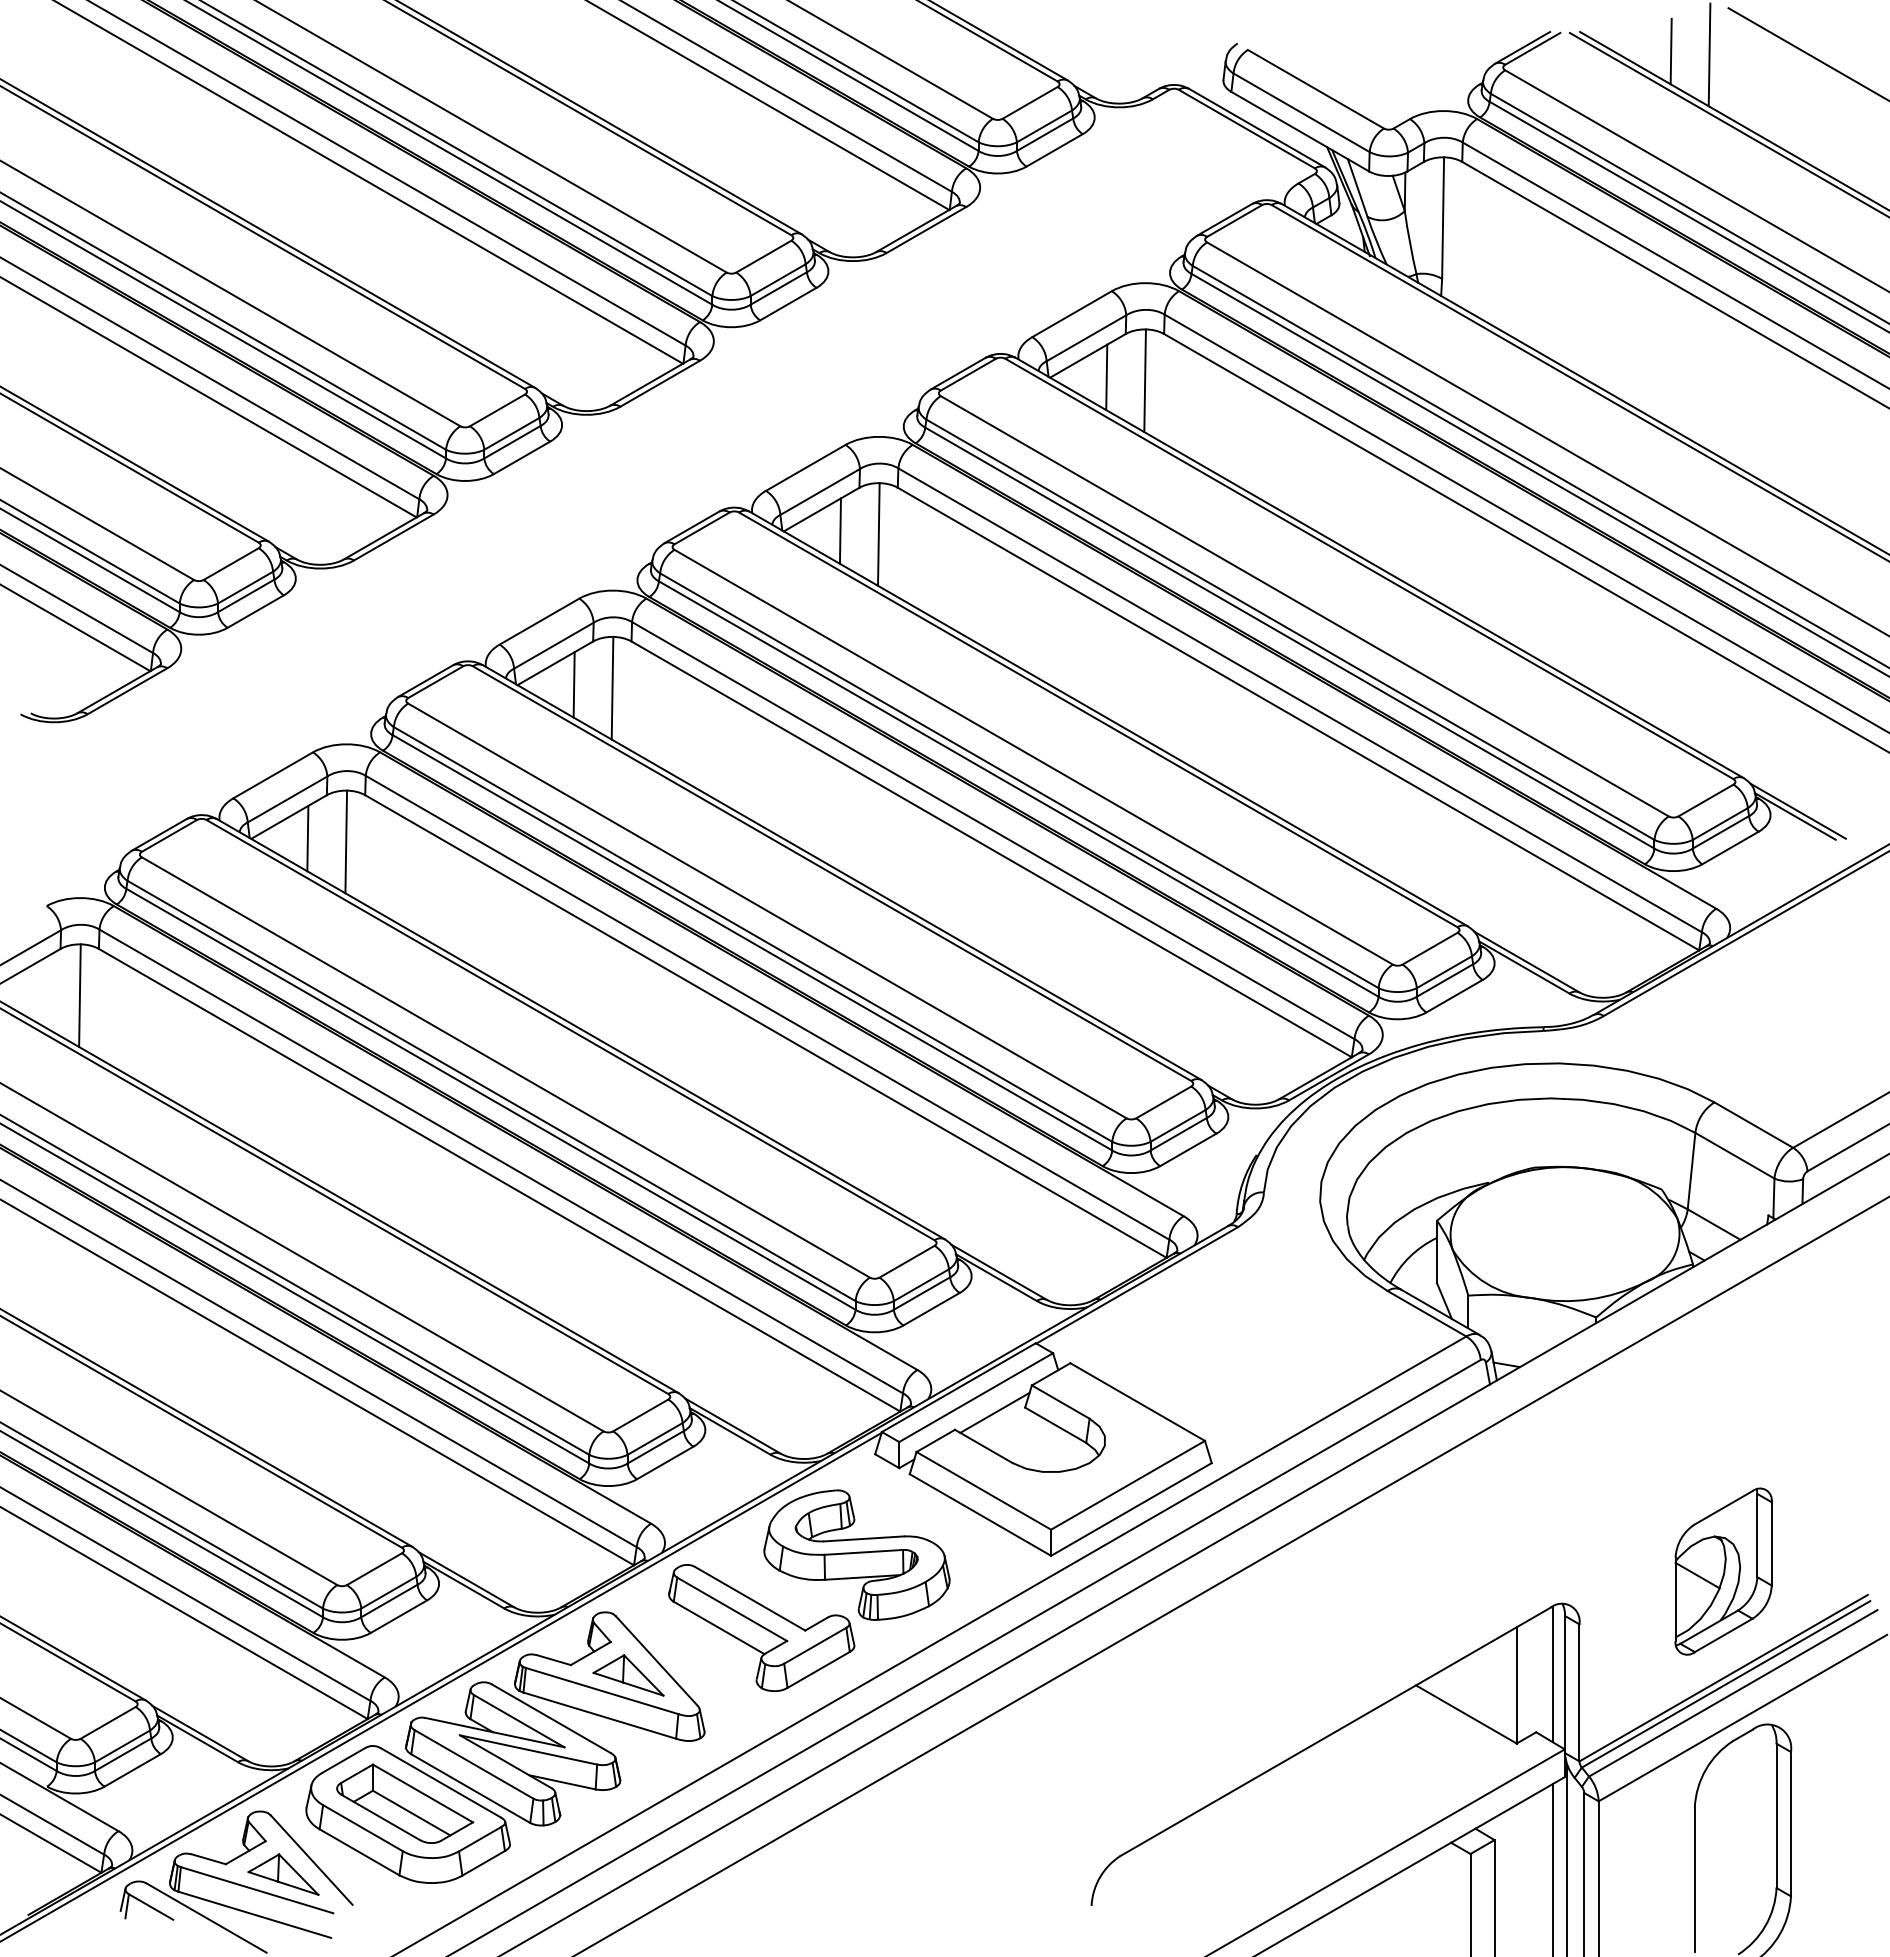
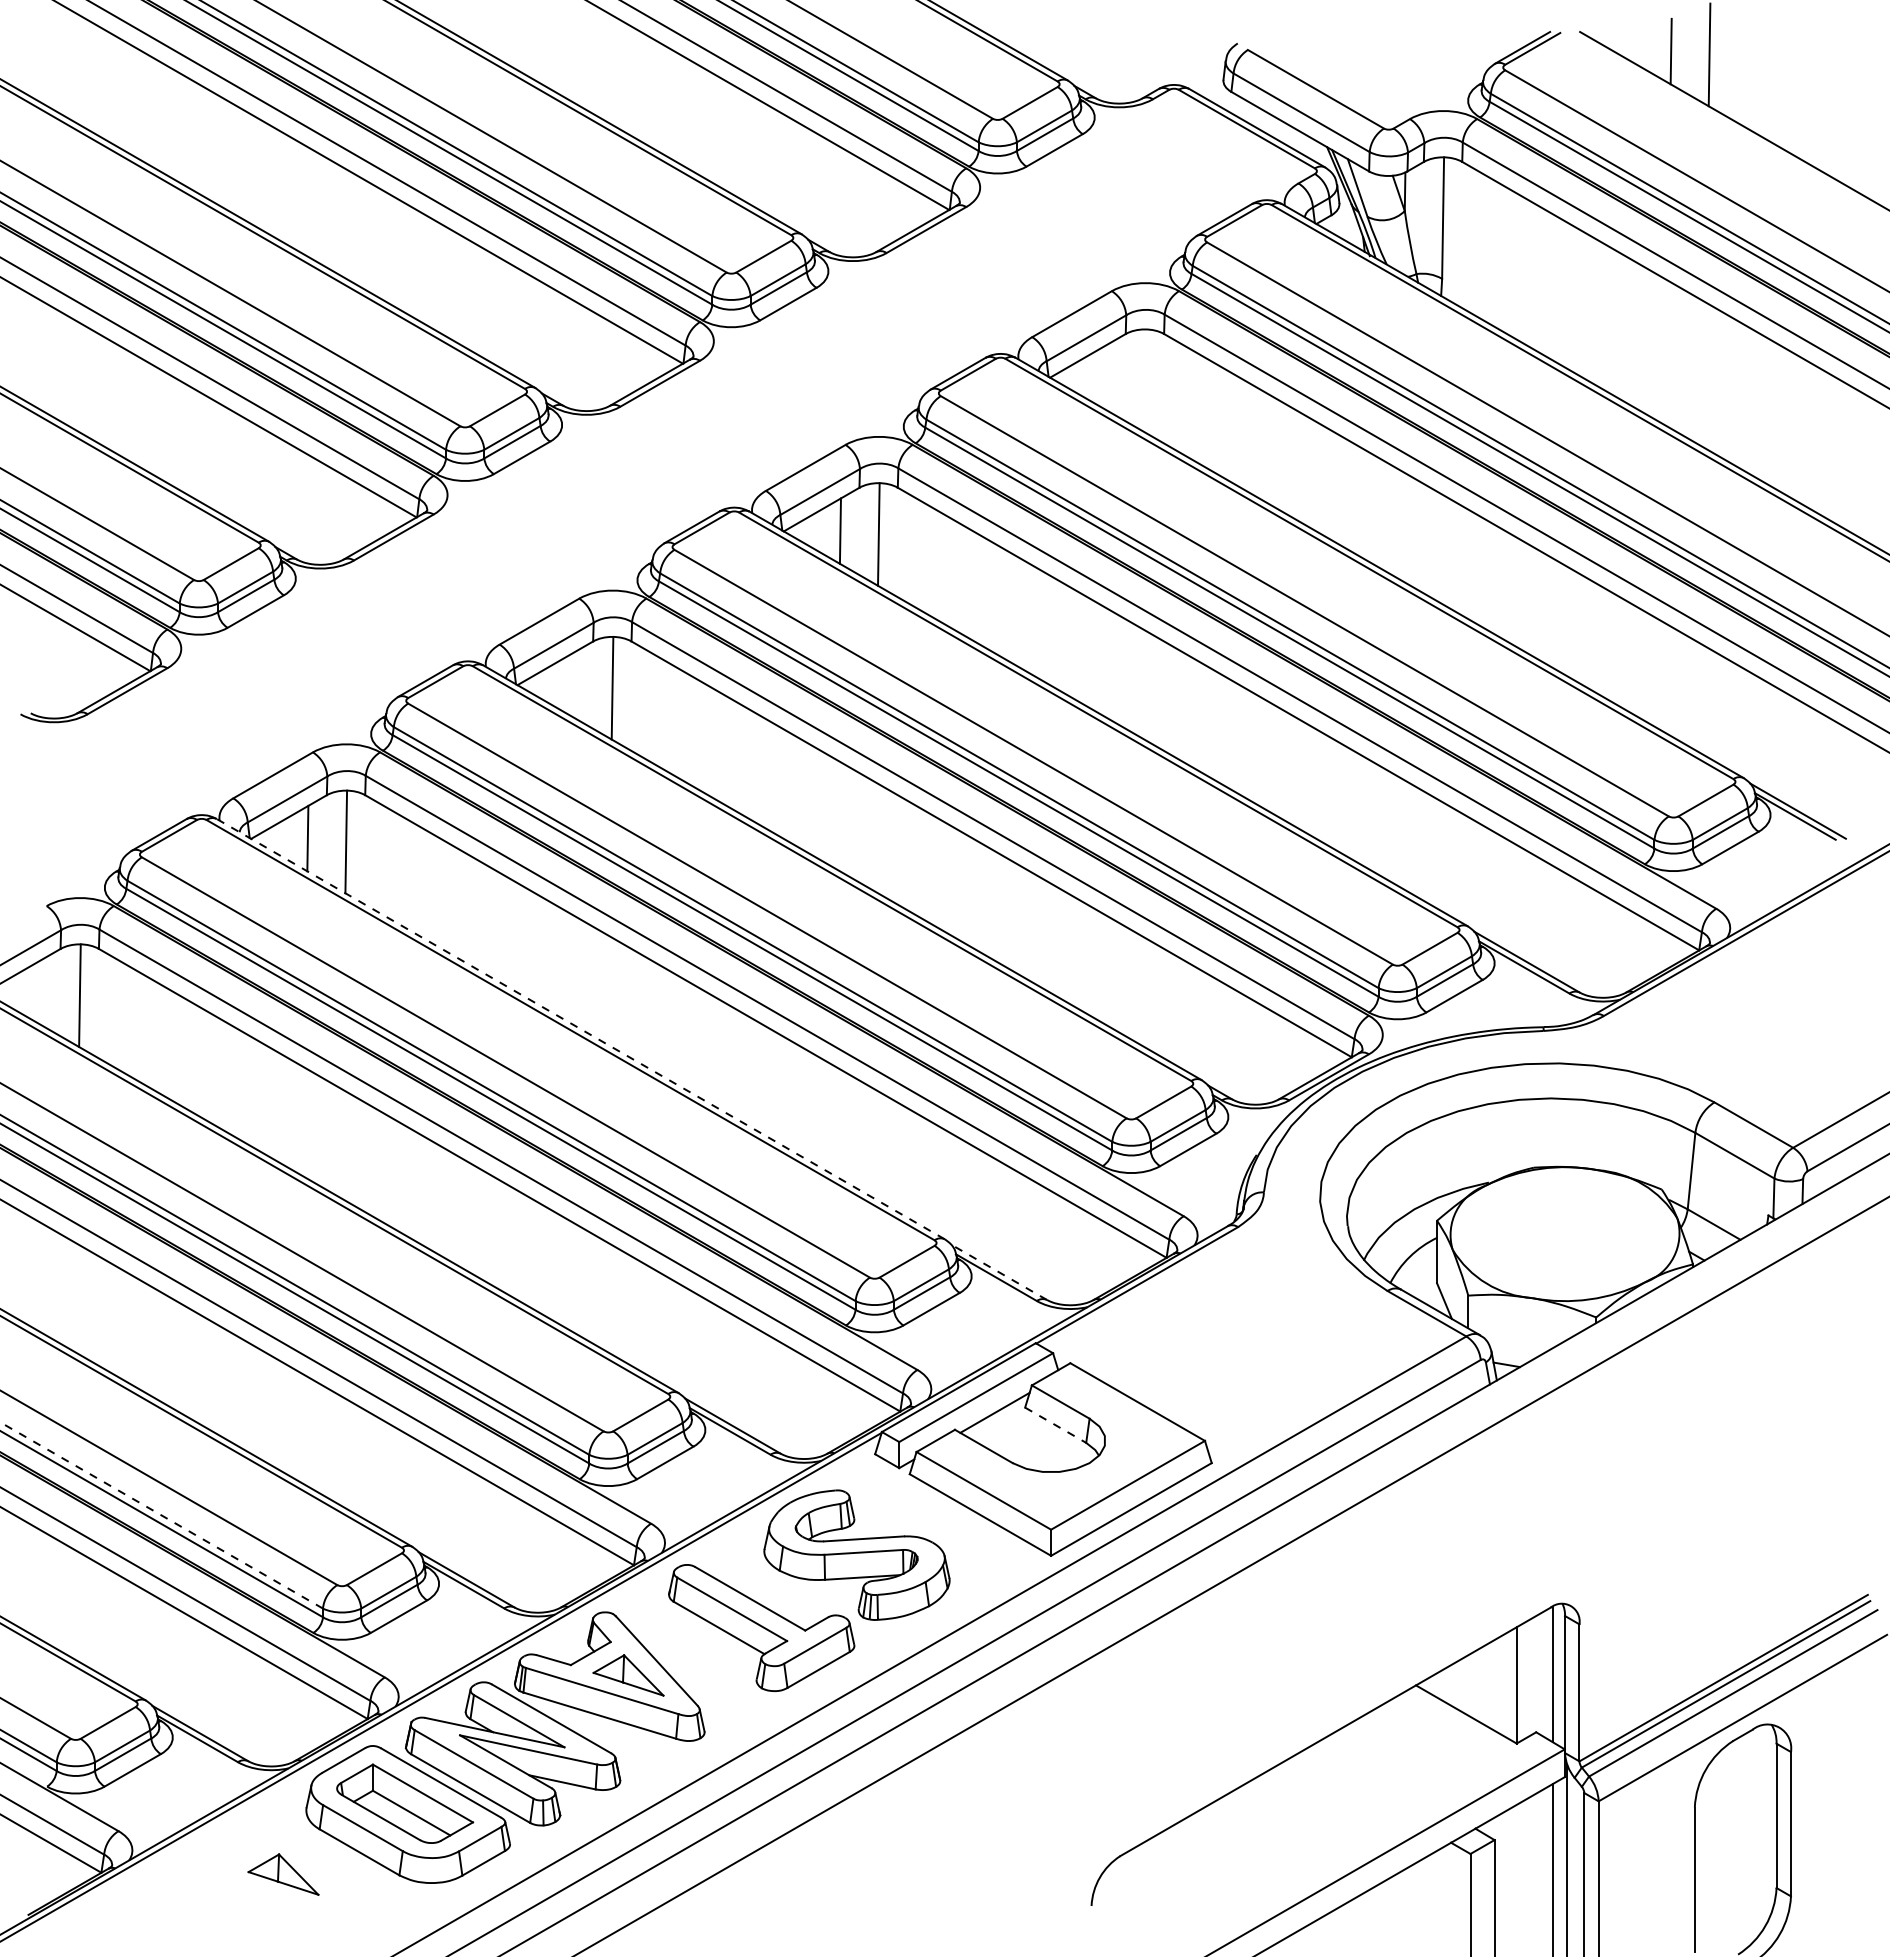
line at (1807, 53): present -> none
line at (1727, 123): present -> none
line at (1106, 377): present -> none
line at (1144, 380): present -> none
line at (573, 684): present -> none
line at (580, 1028): solid -> dashed
line at (998, 1272): solid -> dashed
line at (1056, 1425): solid -> dashed
line at (161, 1515): solid -> dashed
part at (1723, 1571): present -> none
part at (236, 1881): present -> none
